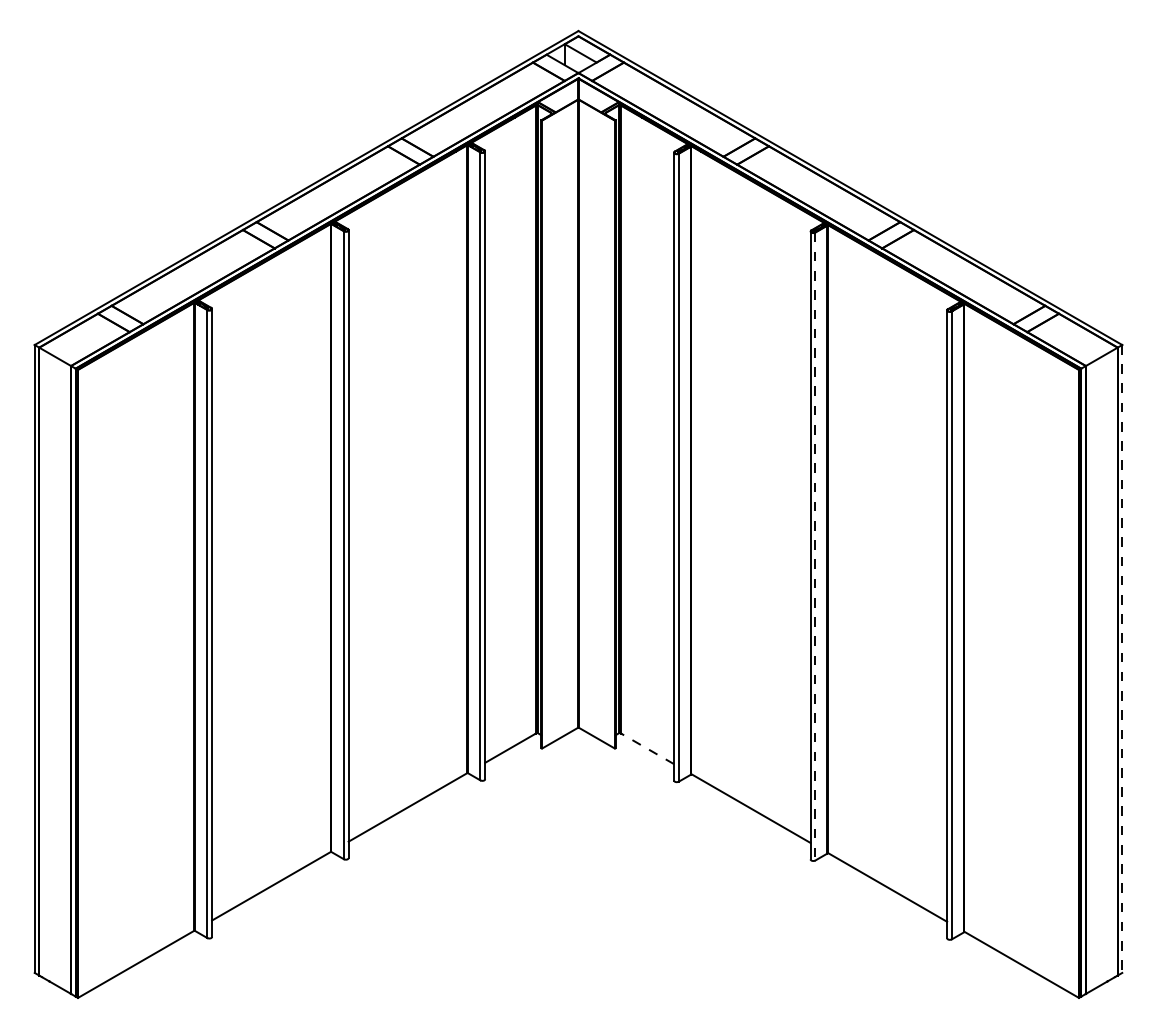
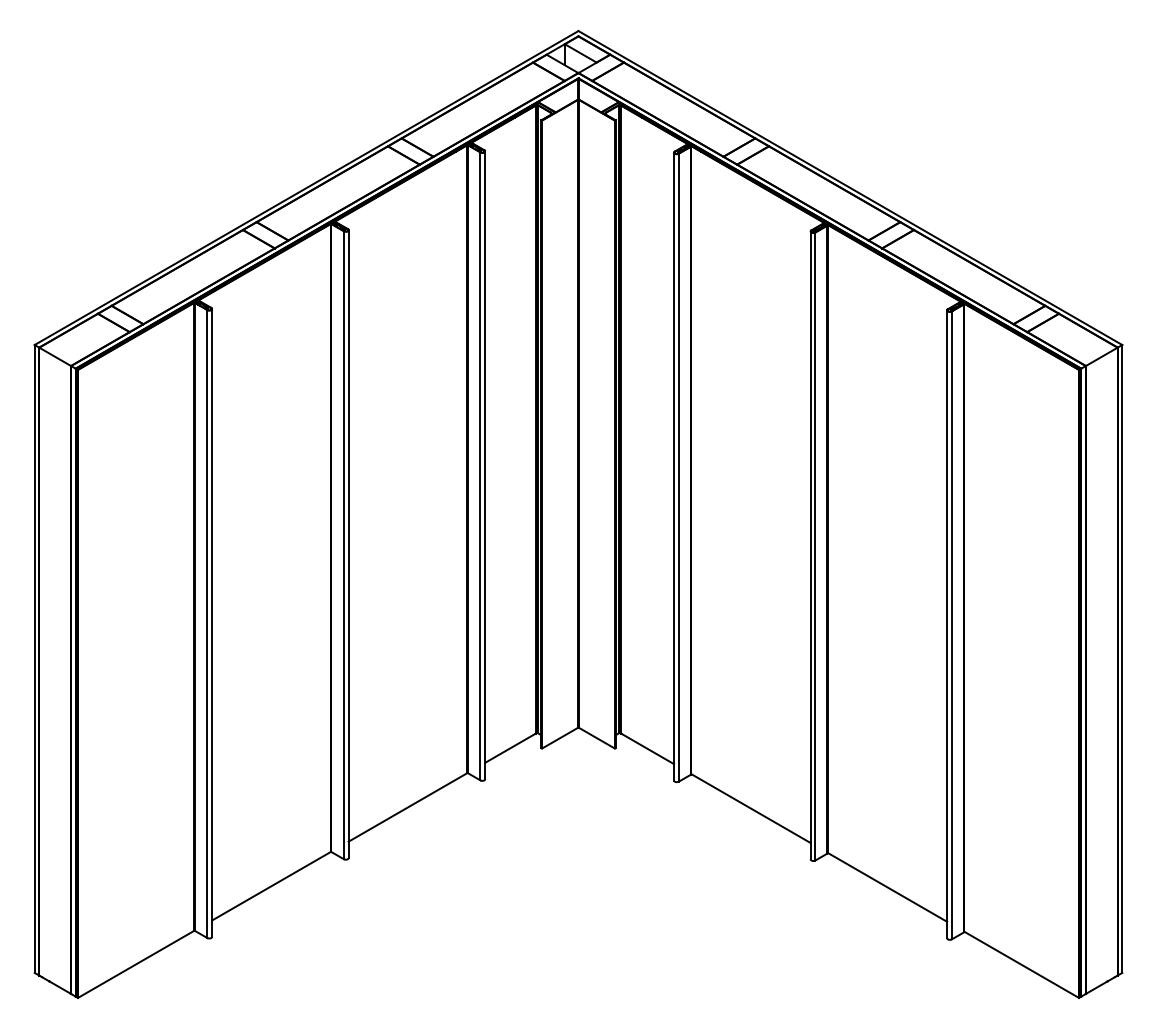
line at (815, 546): dashed -> solid
line at (1122, 658): dashed -> solid
line at (647, 748): dashed -> solid
